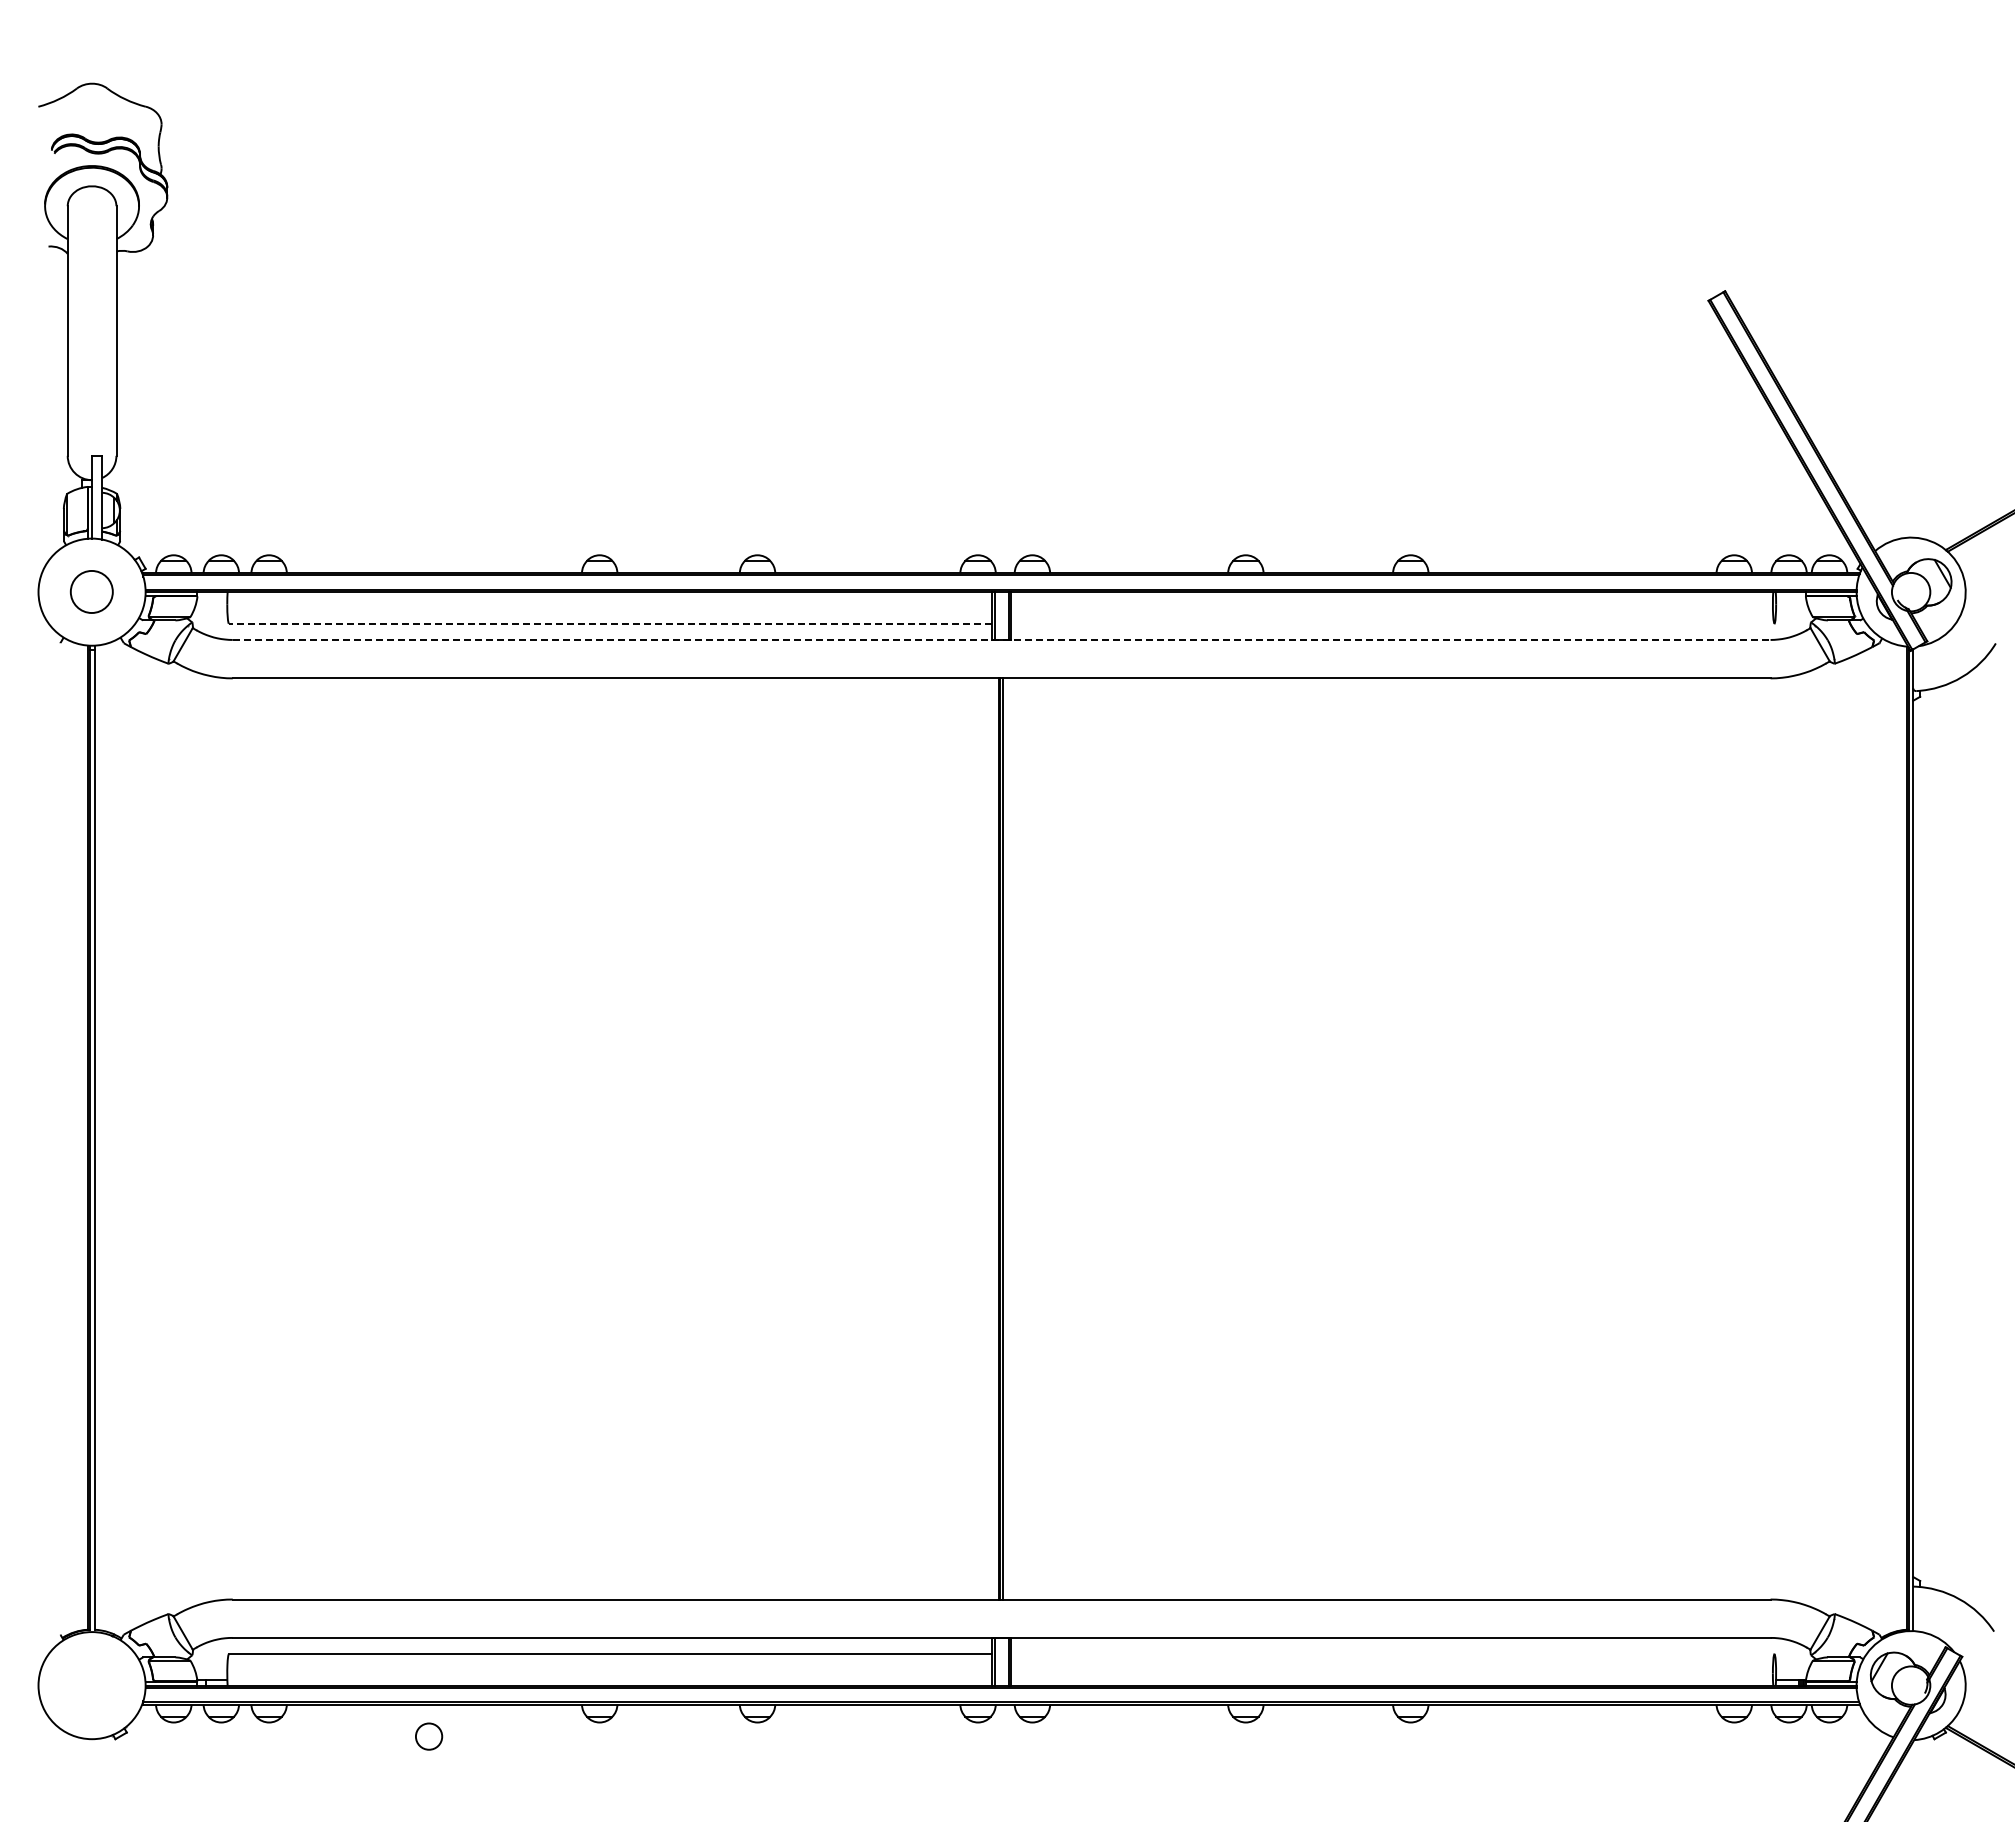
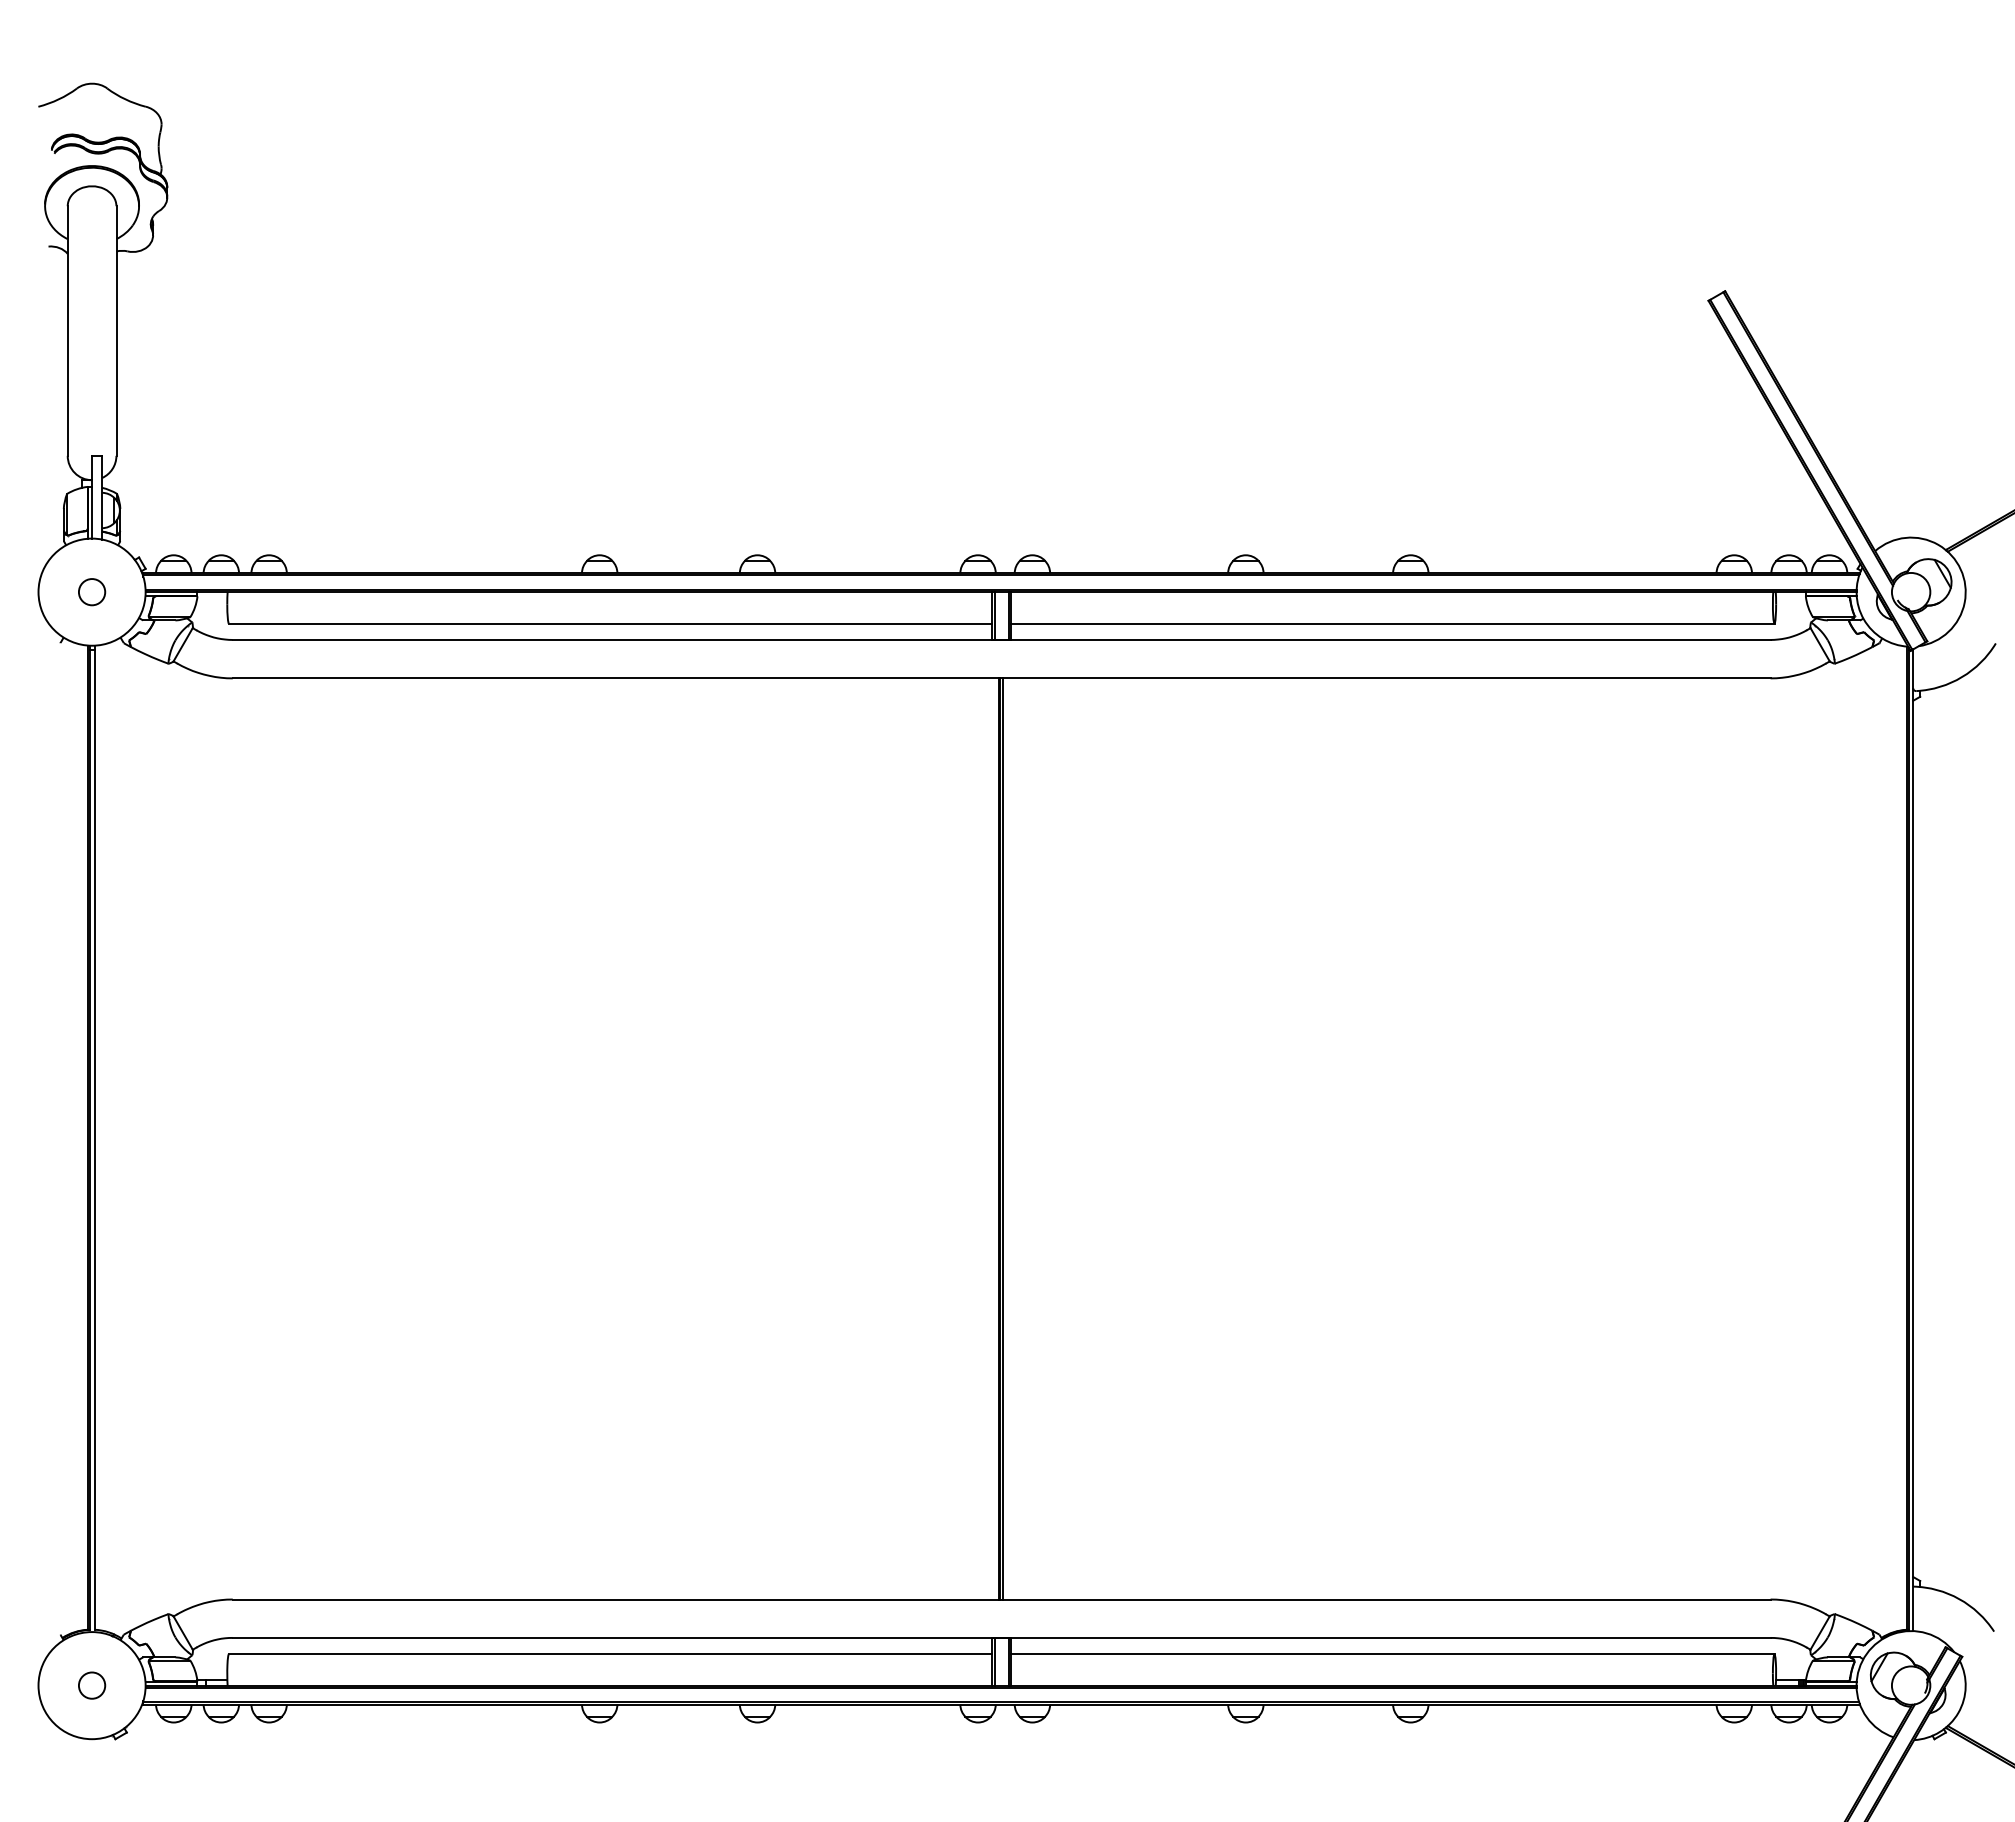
circle at (91, 591) size: 45x44 px -> 29x29 px
line at (610, 623): dashed -> solid
line at (1392, 623): none -> present
line at (1001, 639): dashed -> solid
line at (1392, 1654): none -> present
circle at (429, 1736) position: (429, 1736) -> (92, 1685)
